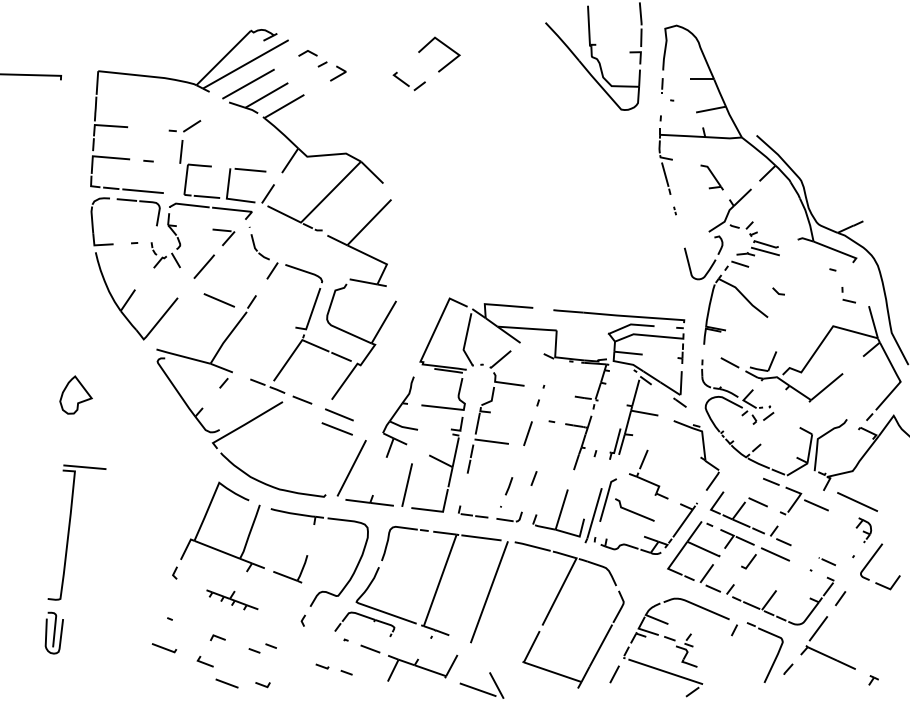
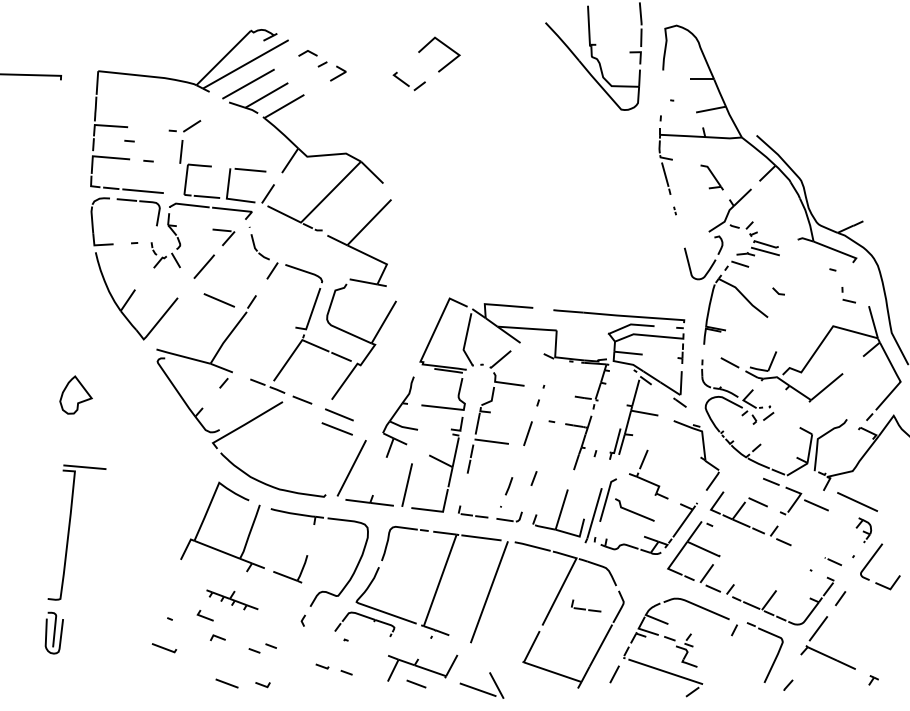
line at (662, 85): present -> none
line at (129, 140): none -> present
part at (755, 549): present -> none
line at (826, 561) position: (826, 561) -> (832, 561)
line at (174, 572): present -> none
part at (586, 605): none -> present
line at (370, 648) position: (370, 648) -> (416, 683)
line at (204, 662) position: (204, 662) -> (204, 616)
line at (788, 668) position: (788, 668) -> (788, 684)
